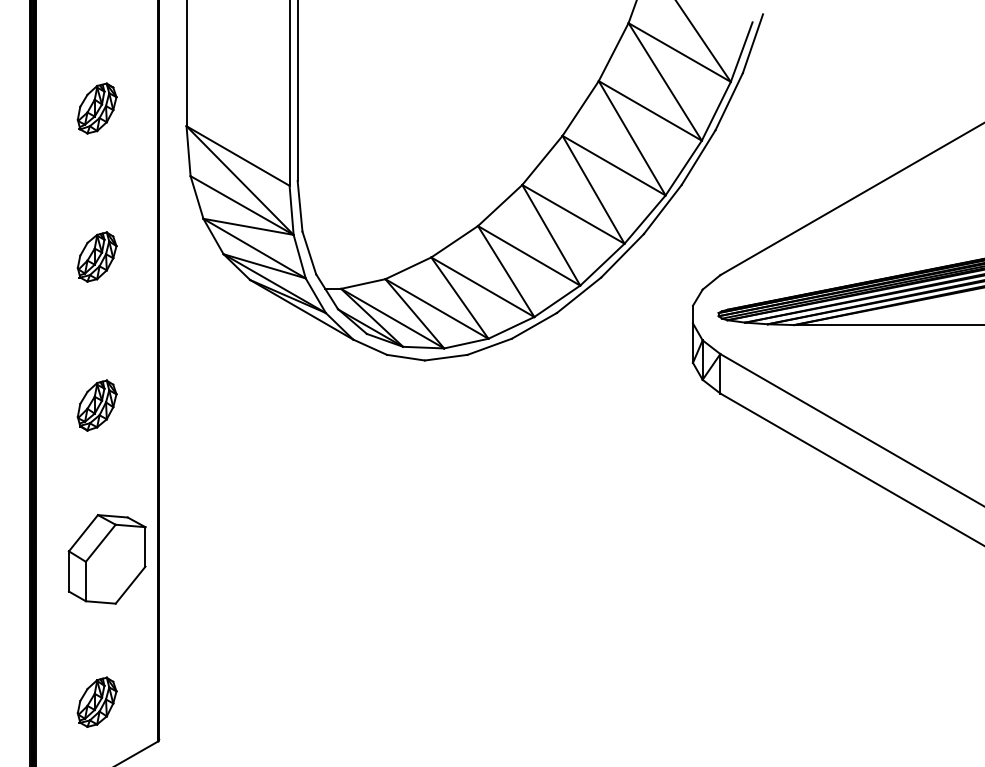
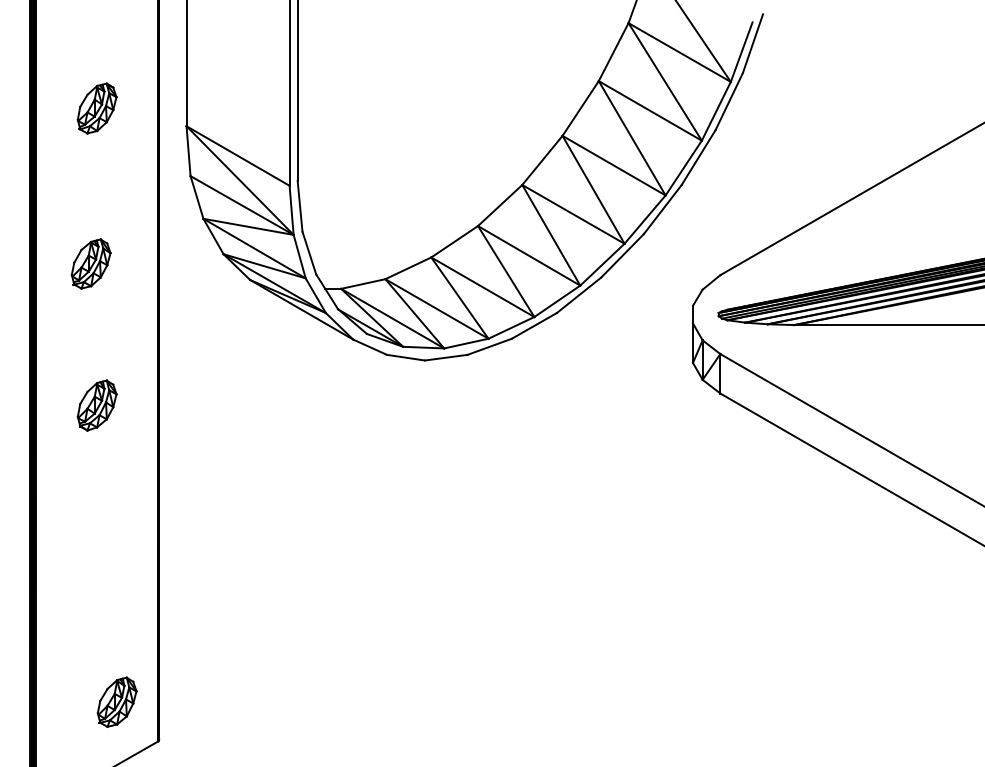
part at (96, 256) position: (96, 256) -> (90, 263)
part at (106, 559): present -> none
part at (96, 701) position: (96, 701) -> (116, 701)
